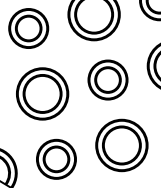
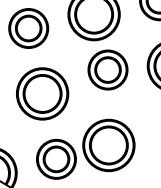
part at (107, 79) position: (107, 79) -> (107, 69)
part at (121, 145) position: (121, 145) -> (108, 145)
